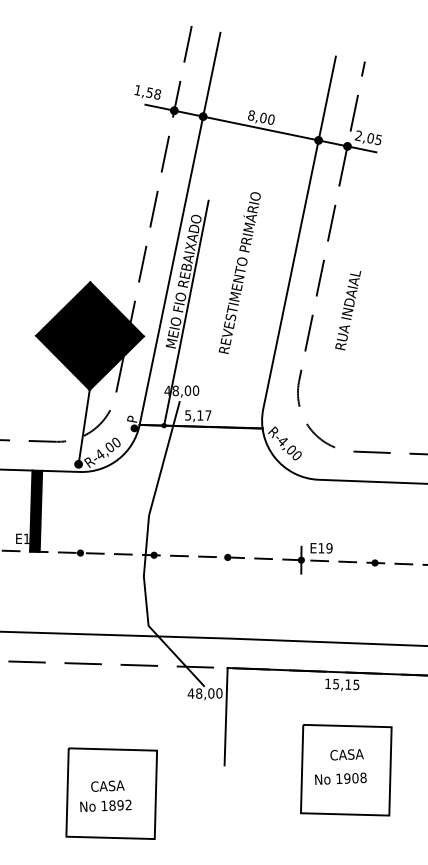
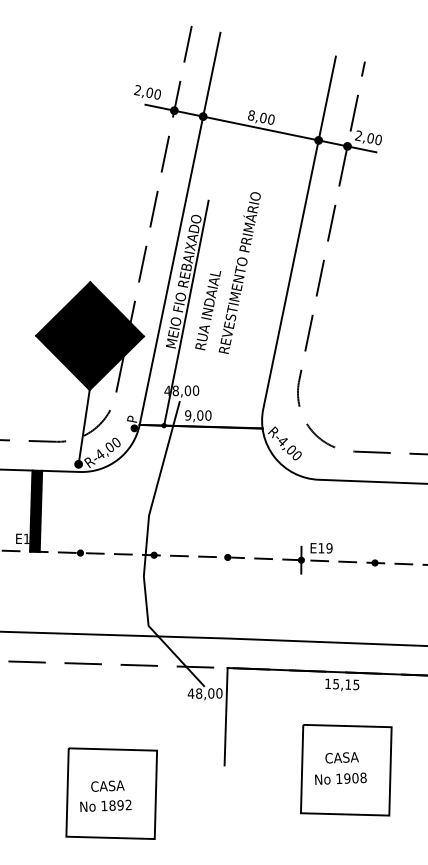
text at (147, 92): 1,58 -> 2,00
text at (377, 139): 2,05 -> 2,00
text at (348, 310) position: (348, 310) -> (208, 310)
text at (198, 415): 5,17 -> 9,00
text at (346, 754) position: (346, 754) -> (341, 757)
